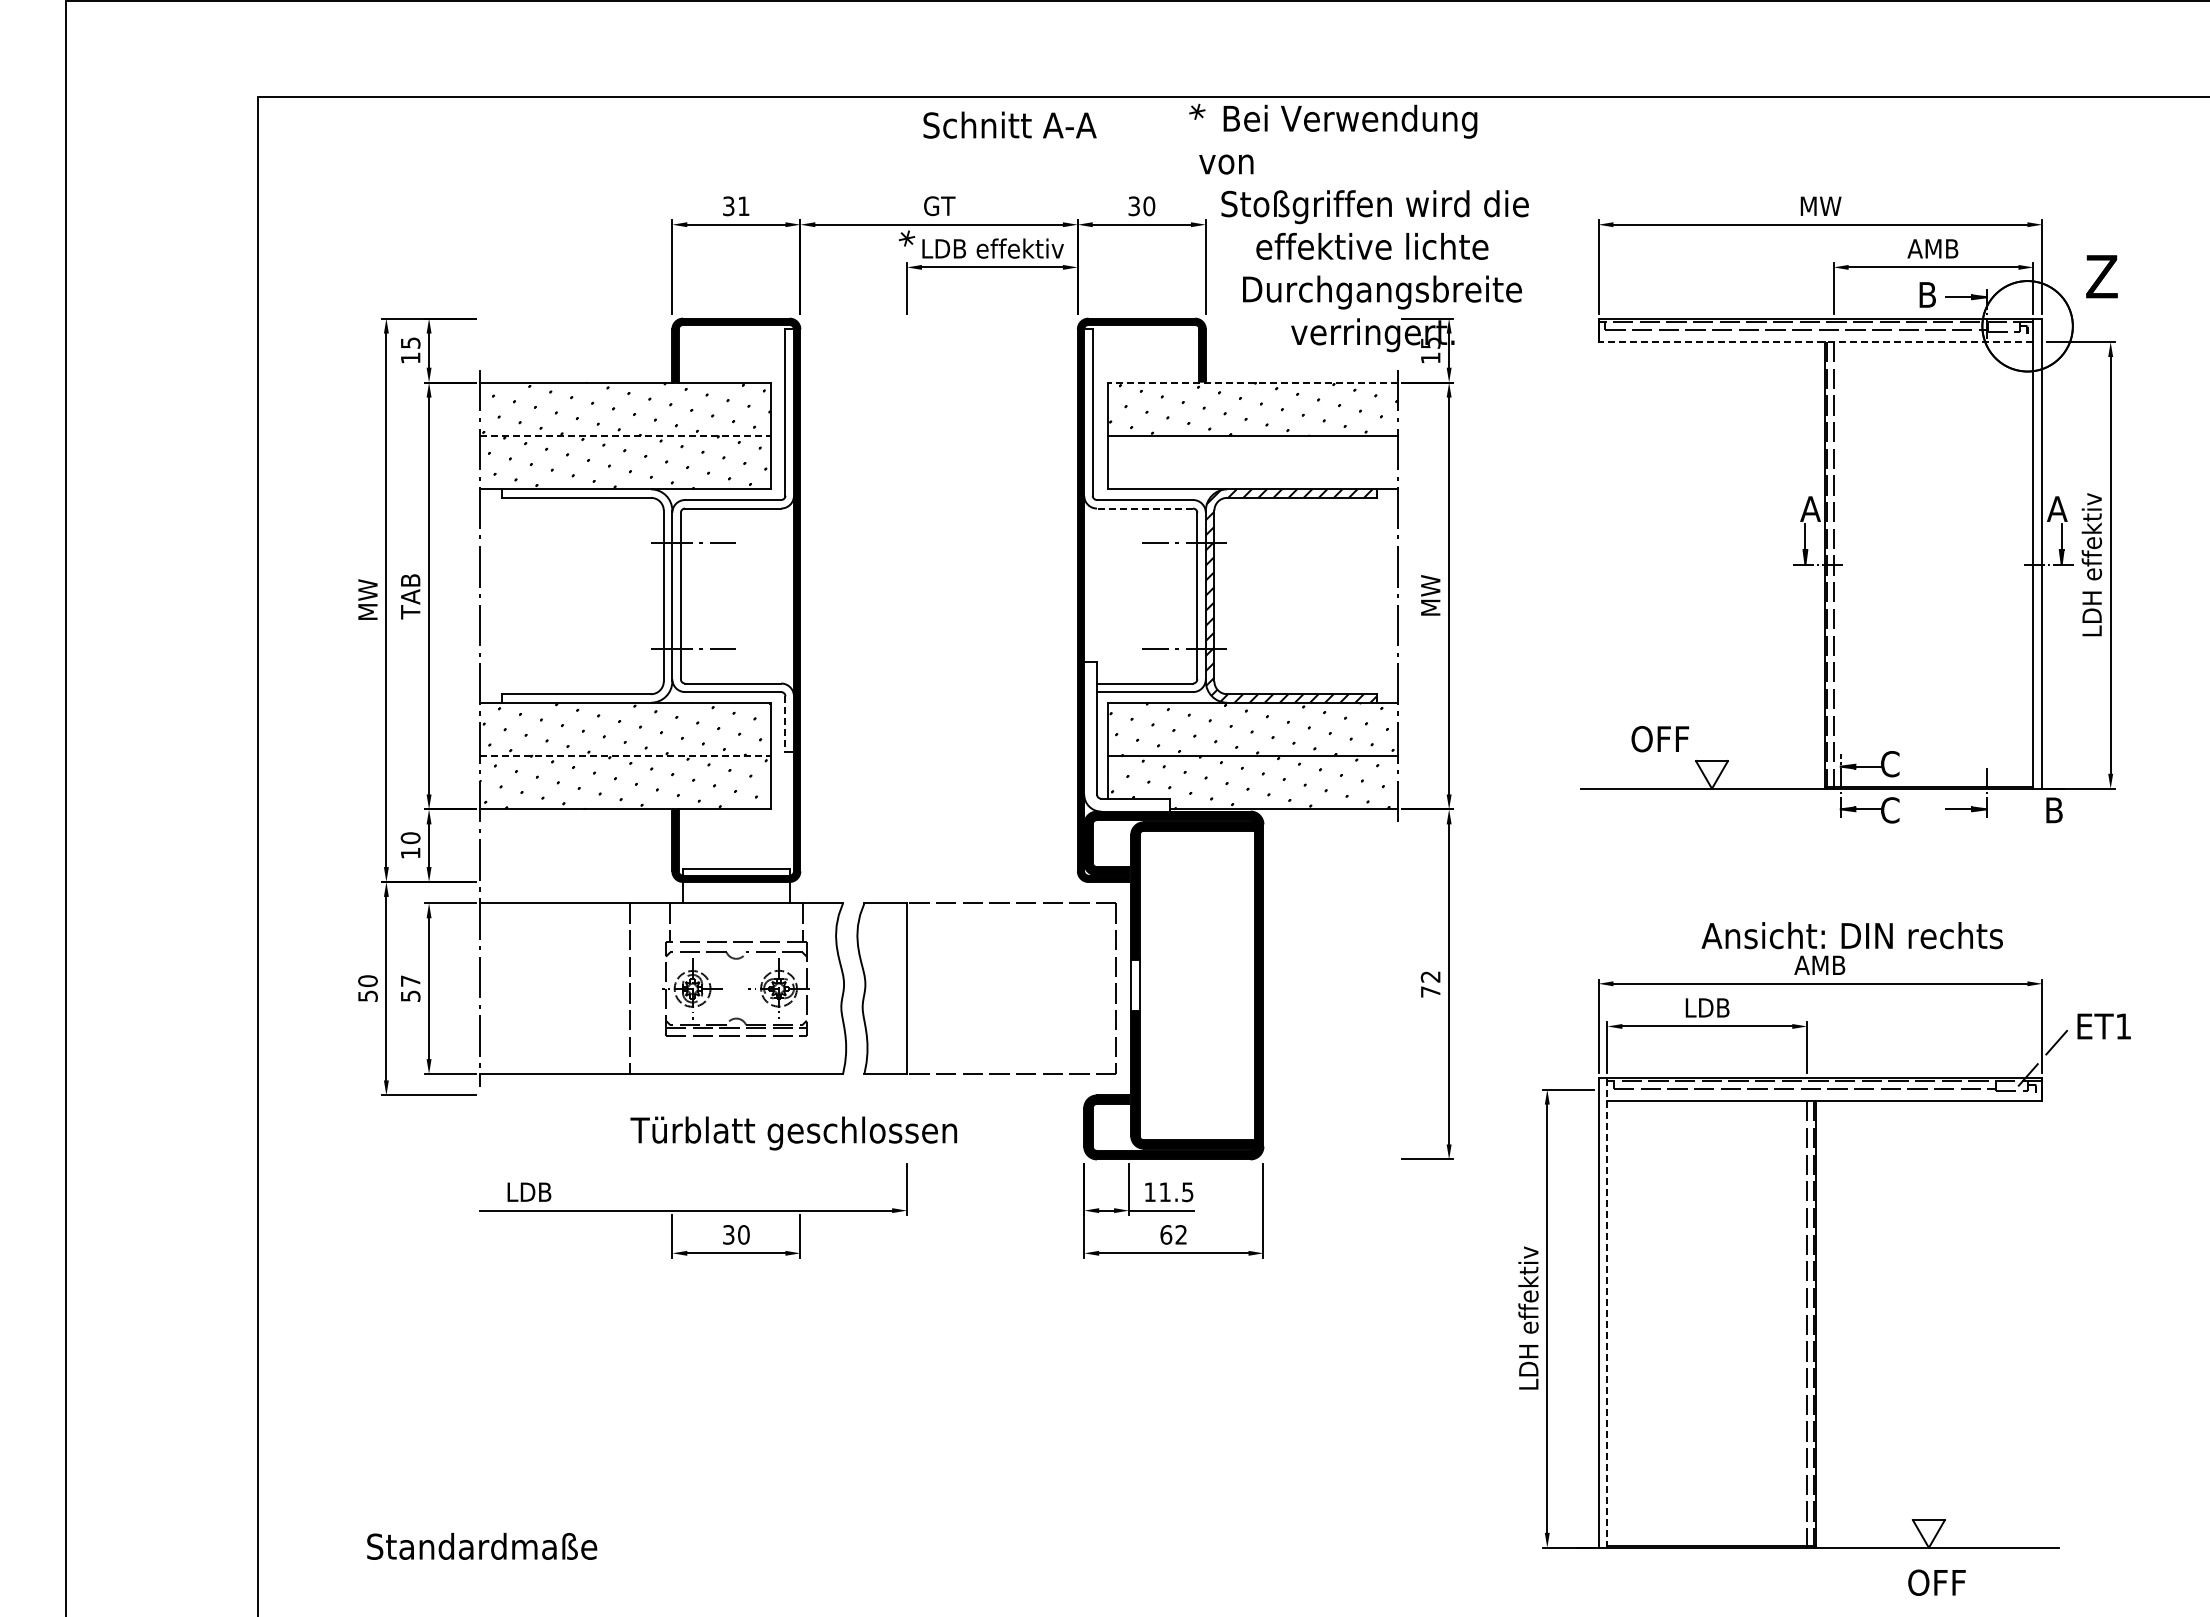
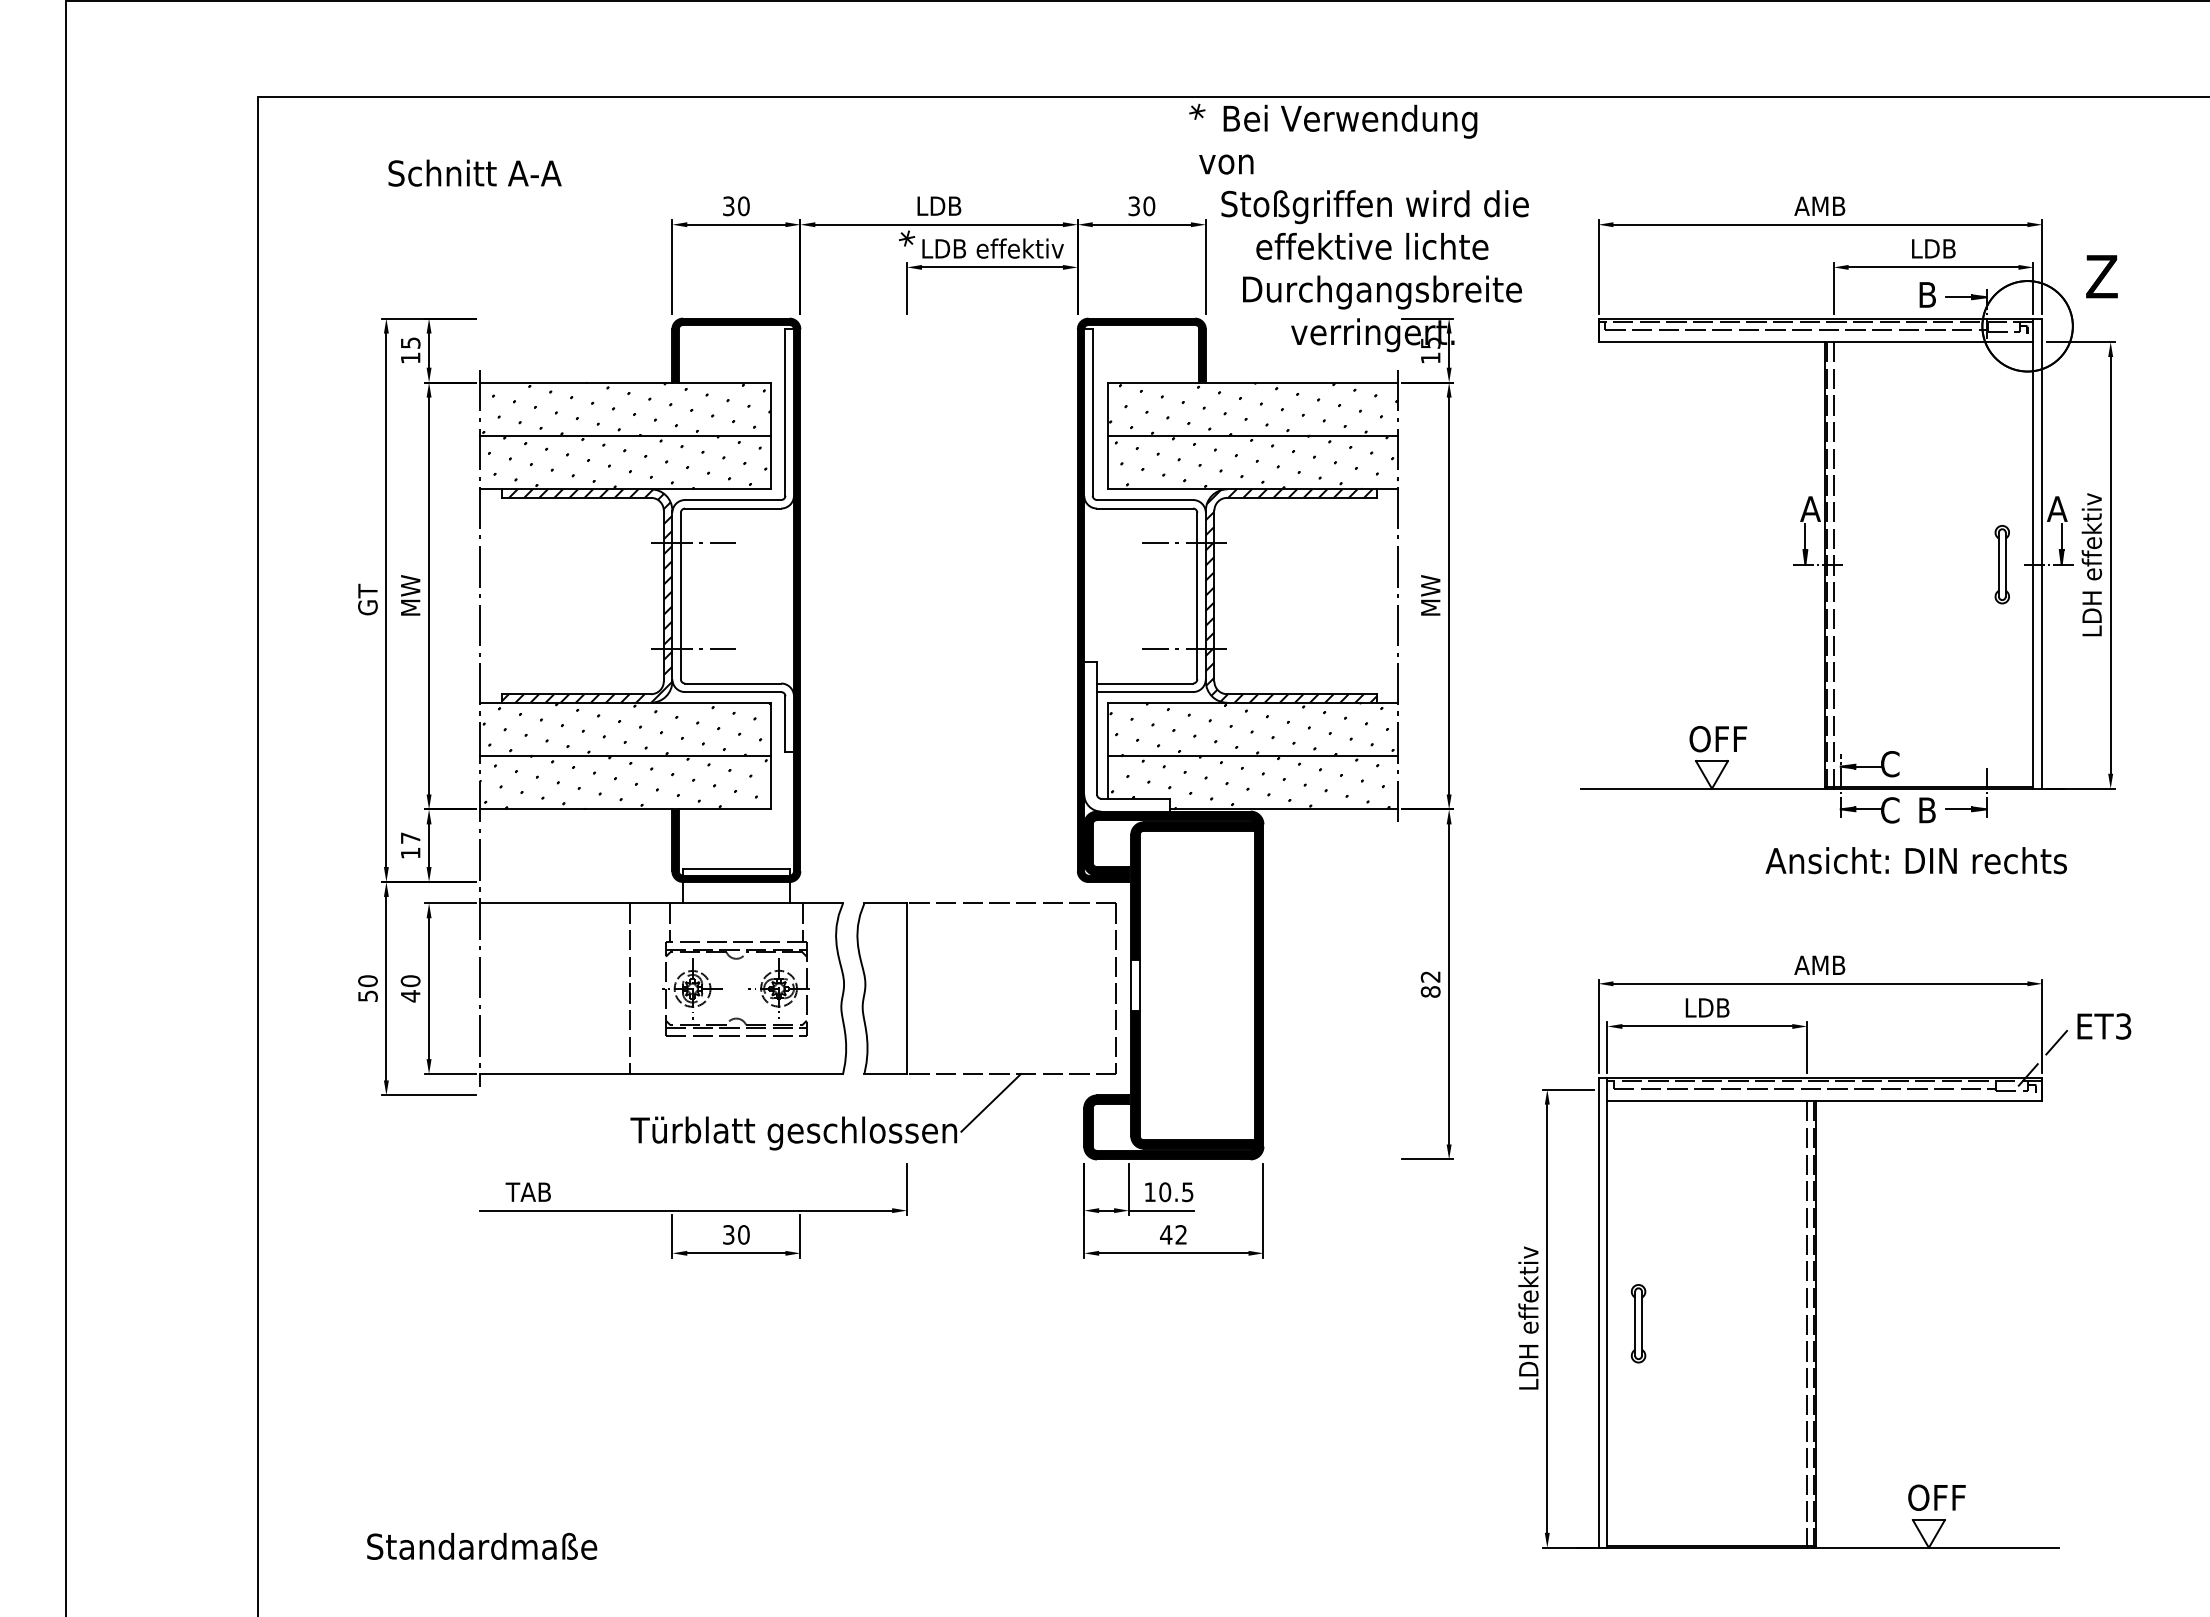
text at (1009, 124) position: (1009, 124) -> (474, 172)
text at (1819, 205): MW -> AMB
text at (743, 206): 31 -> 30
text at (939, 206): GT -> LDB
text at (1932, 248): AMB -> LDB
line at (1815, 342): dashed -> solid
line at (1252, 382): dashed -> solid
line at (625, 436): dashed -> solid
hatch at (1256, 462): none -> present
line at (1144, 508): dashed -> solid
part at (2001, 564): none -> present
hatch at (586, 595): none -> present
text at (410, 596): TAB -> MW
text at (367, 599): MW -> GT
line at (785, 724): dashed -> solid
text at (1660, 739) position: (1660, 739) -> (1718, 739)
line at (625, 756): dashed -> solid
text at (2054, 810) position: (2054, 810) -> (1927, 810)
text at (410, 838): 10 -> 17
text at (1851, 935) position: (1851, 935) -> (1915, 860)
line at (735, 949): none -> present
text at (410, 988): 57 -> 40
text at (1430, 991): 72 -> 82
text at (2123, 1026): ET1 -> ET3
line at (990, 1102): none -> present
text at (528, 1191): LDB -> TAB
text at (1165, 1192): 11.5 -> 10.5
text at (1166, 1234): 62 -> 42
line at (1607, 1312): dashed -> solid
part at (1638, 1323): none -> present
text at (1936, 1582) position: (1936, 1582) -> (1936, 1497)
